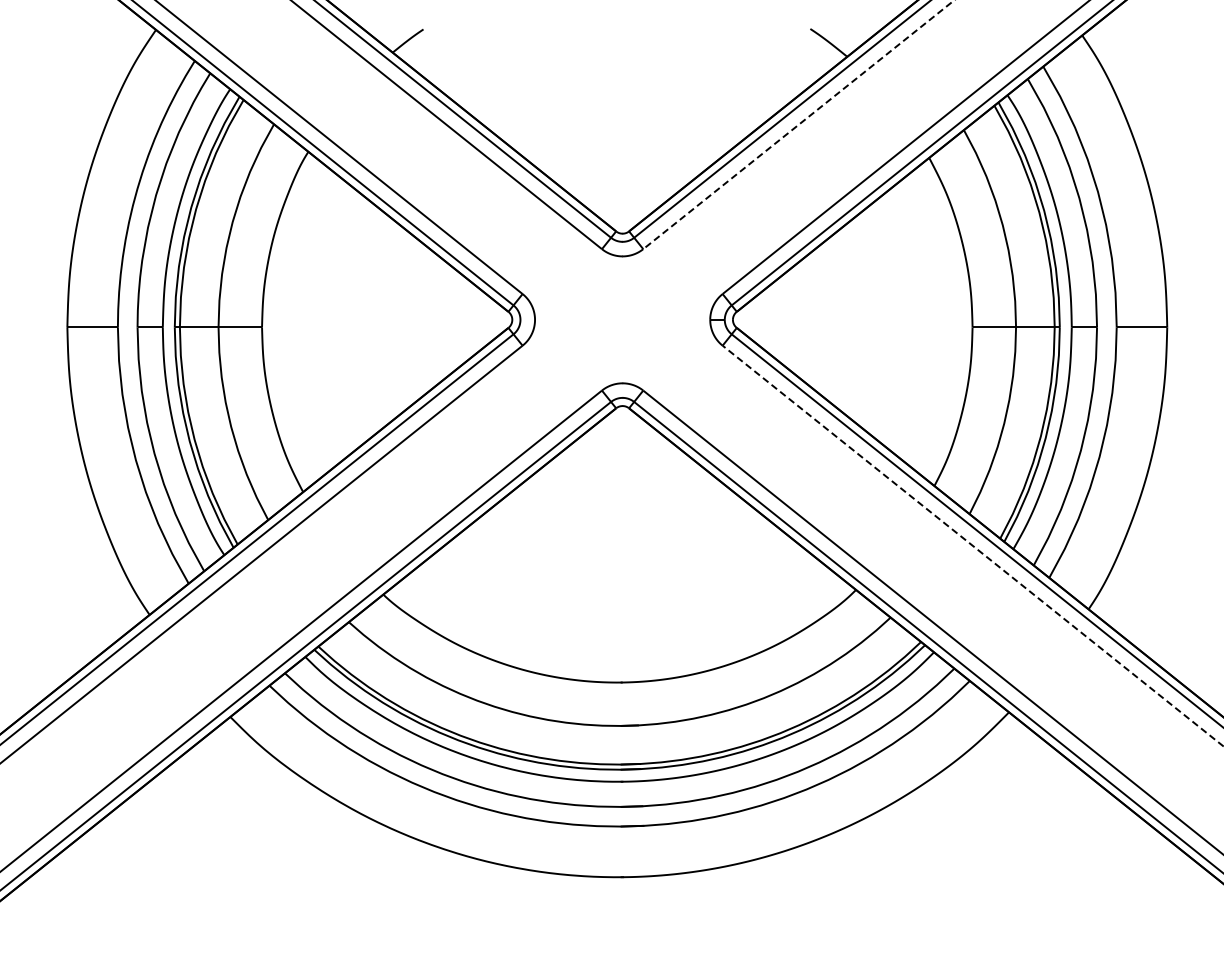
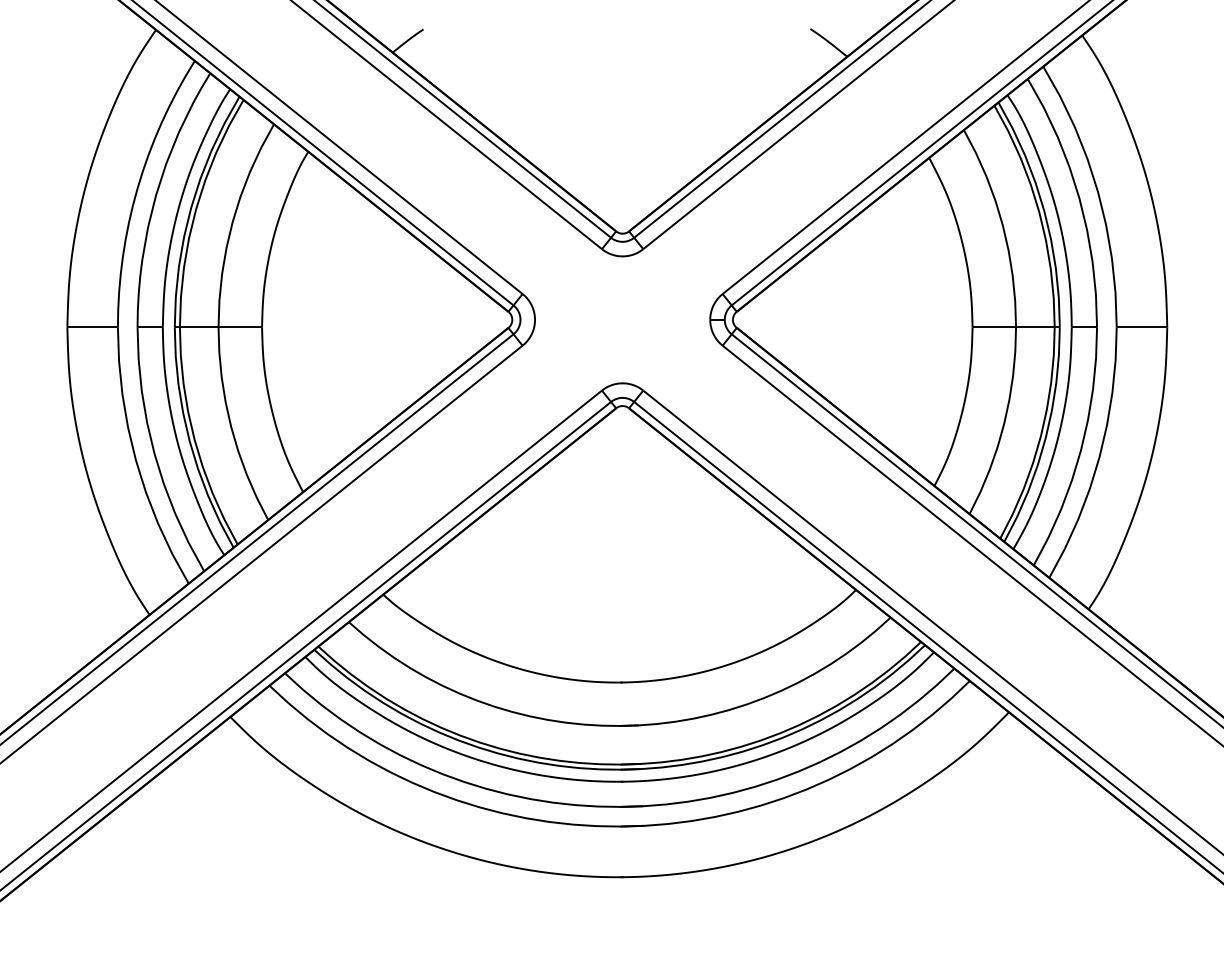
line at (798, 124): dashed -> solid
line at (973, 546): dashed -> solid
